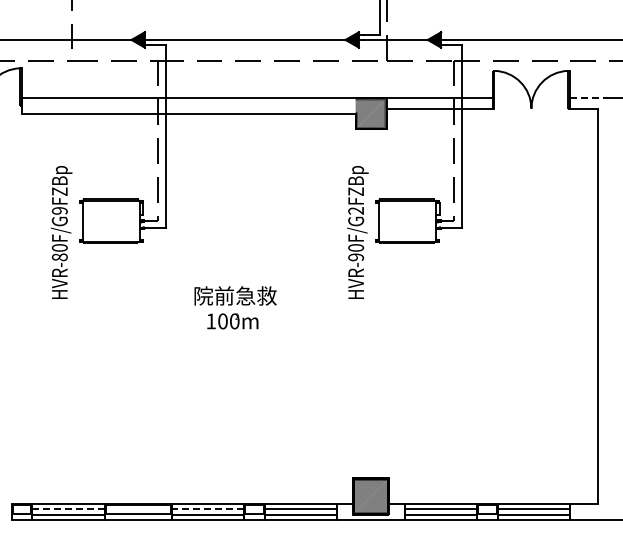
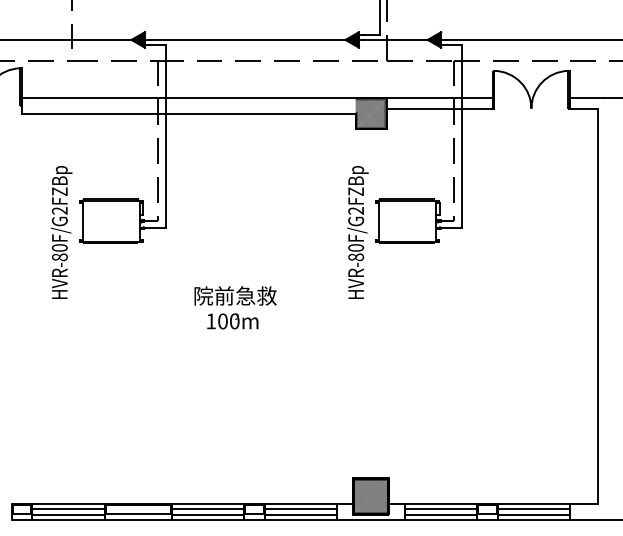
line at (586, 98): dashed -> solid
text at (59, 210): HVR-80F/G9FZBp -> HVR-80F/G2FZBp
text at (356, 257): HVR-90F/G2FZBp -> HVR-80F/G2FZBp
line at (68, 509): dashed -> solid
line at (207, 509): dashed -> solid
